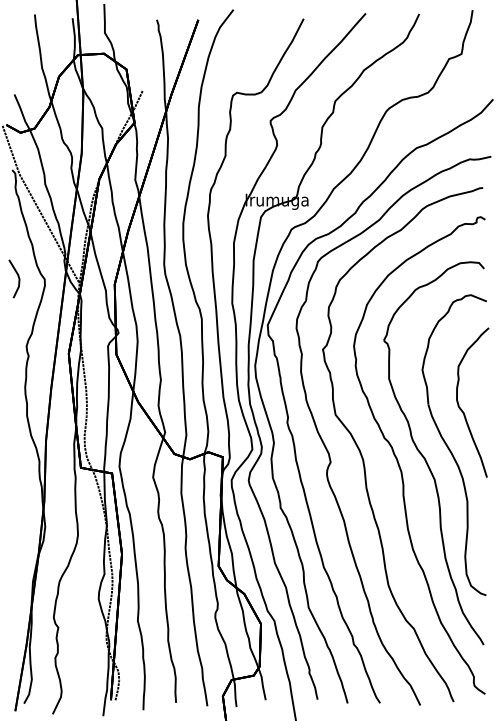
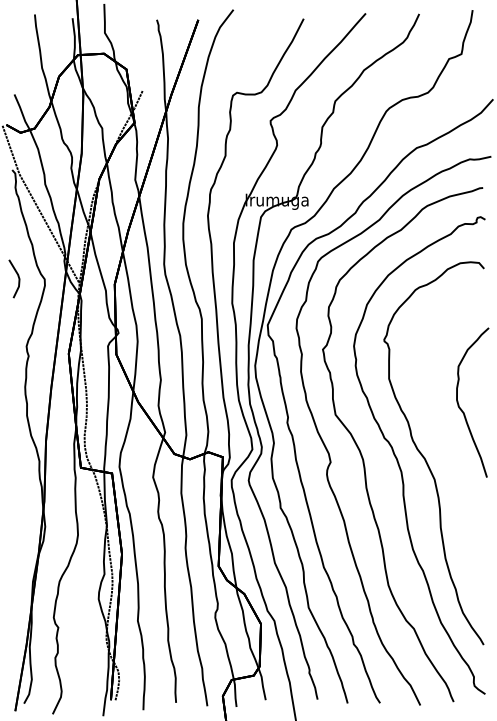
part at (453, 445): present -> none
